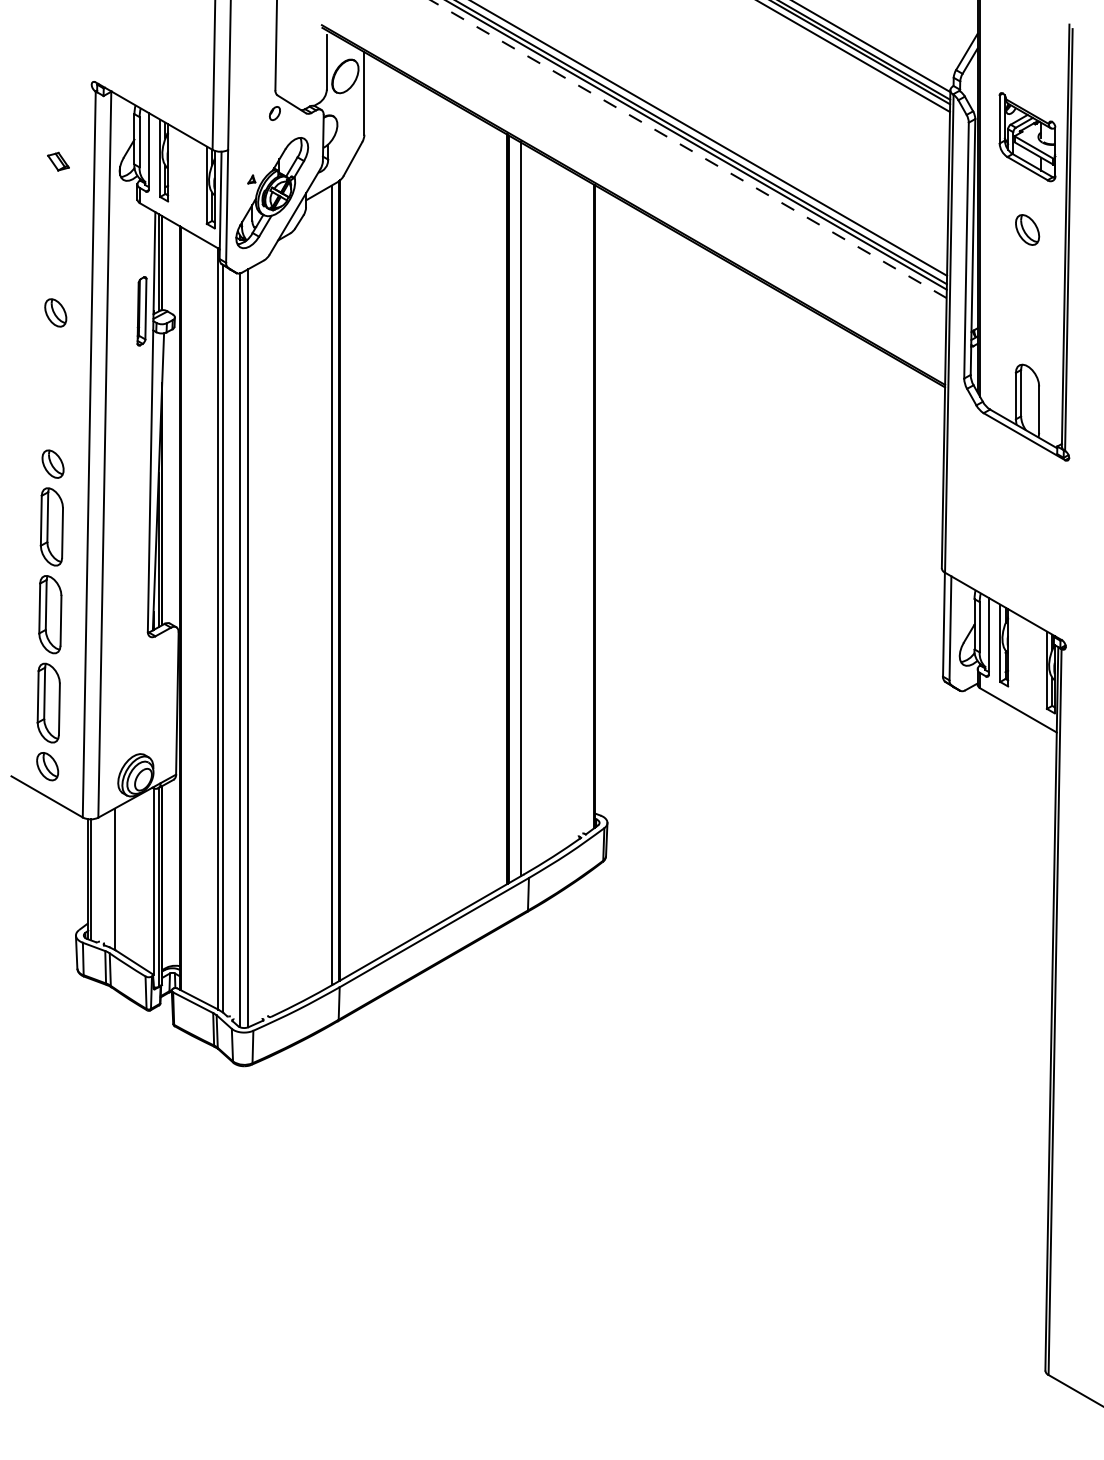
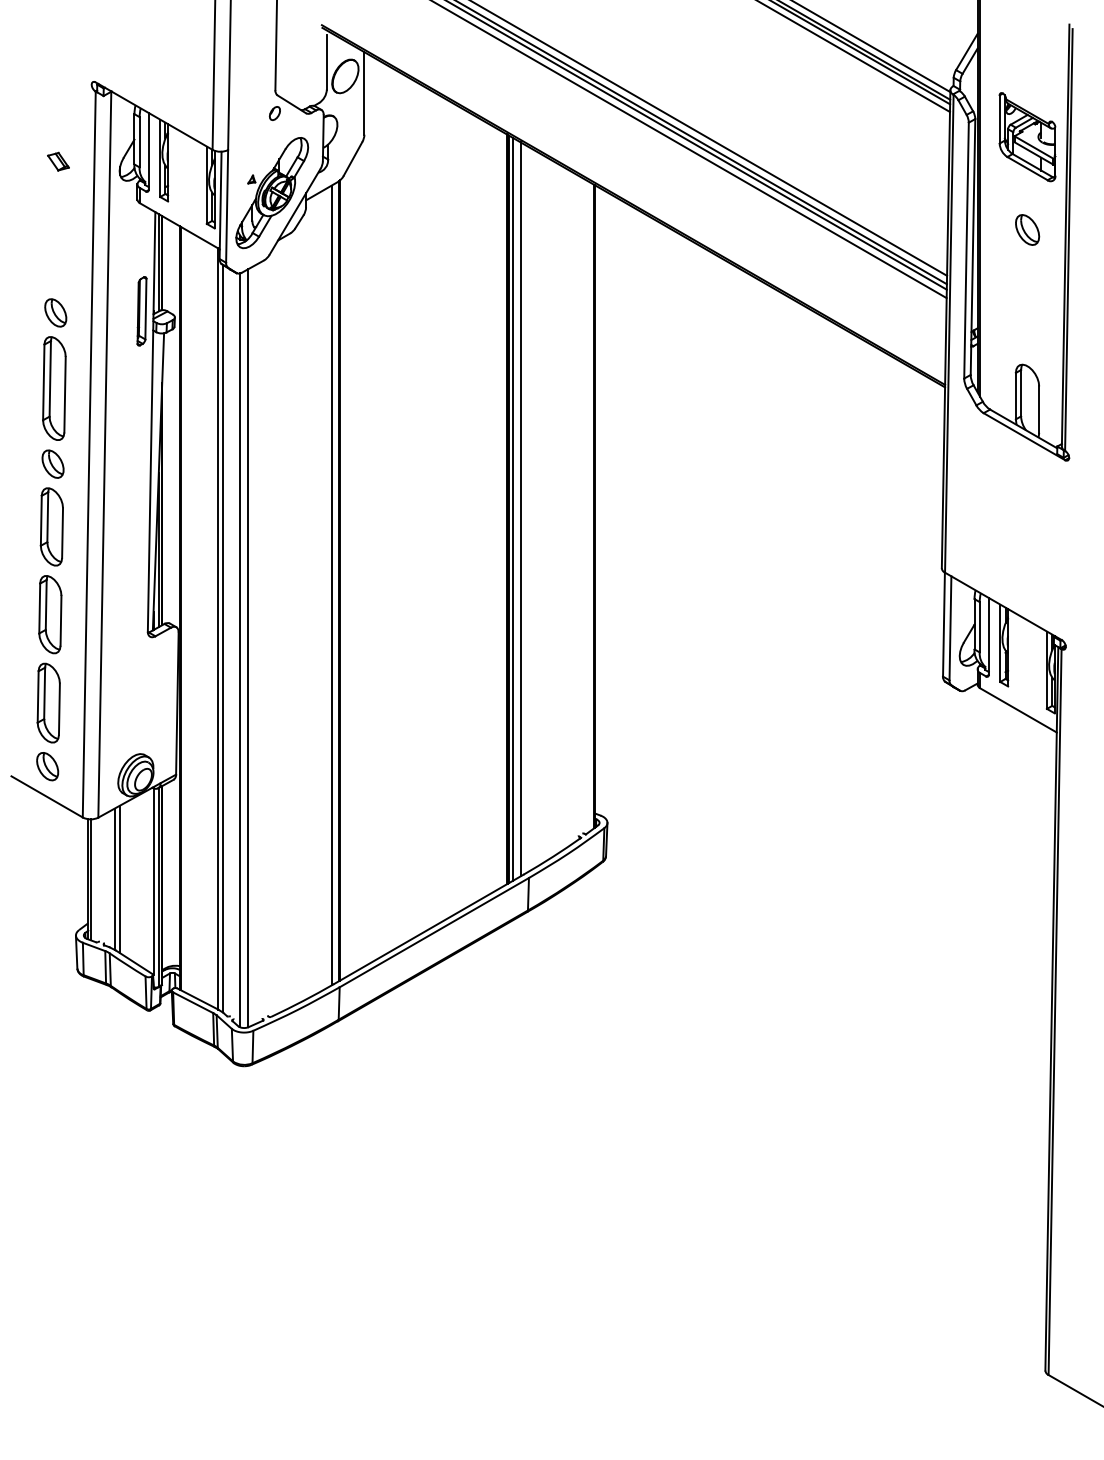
line at (688, 149): dashed -> solid
part at (54, 388): none -> present
line at (513, 508): none -> present
line at (120, 879): none -> present
